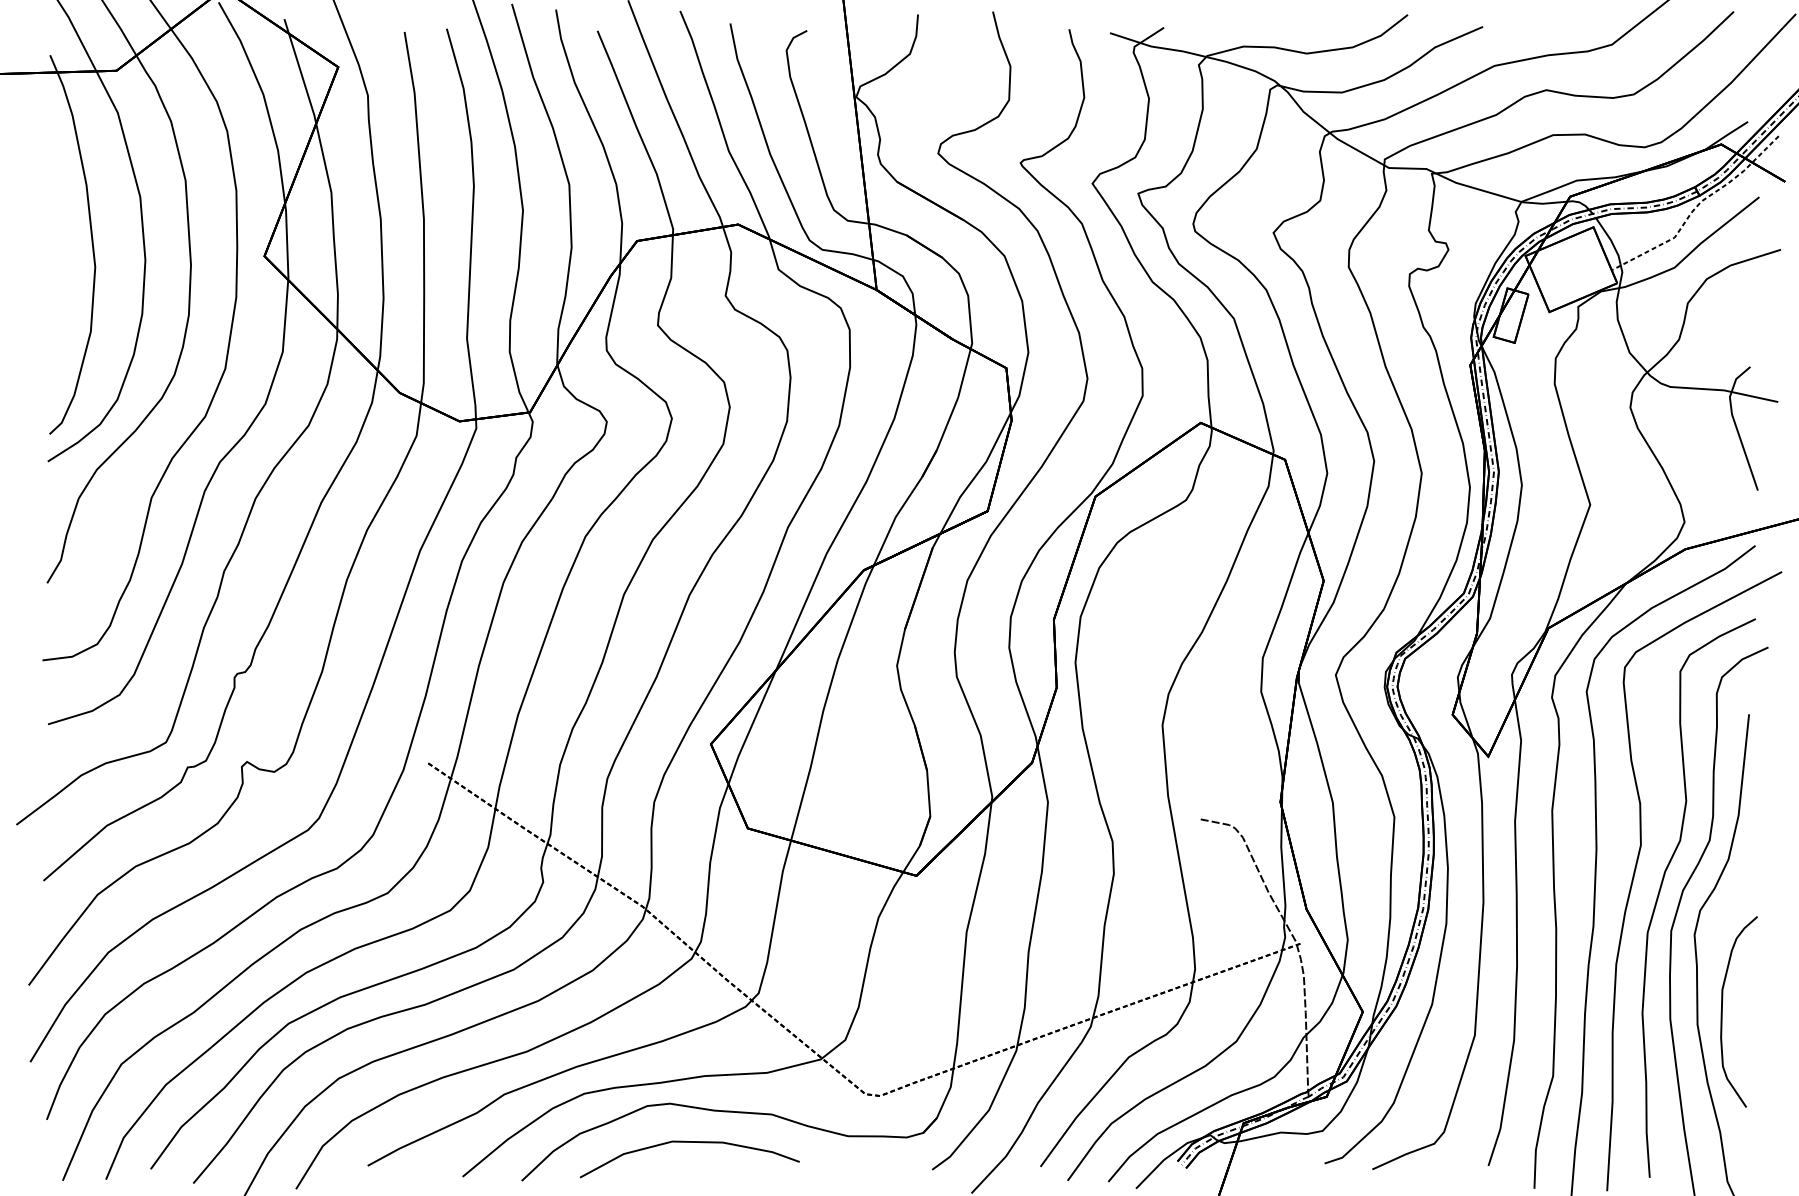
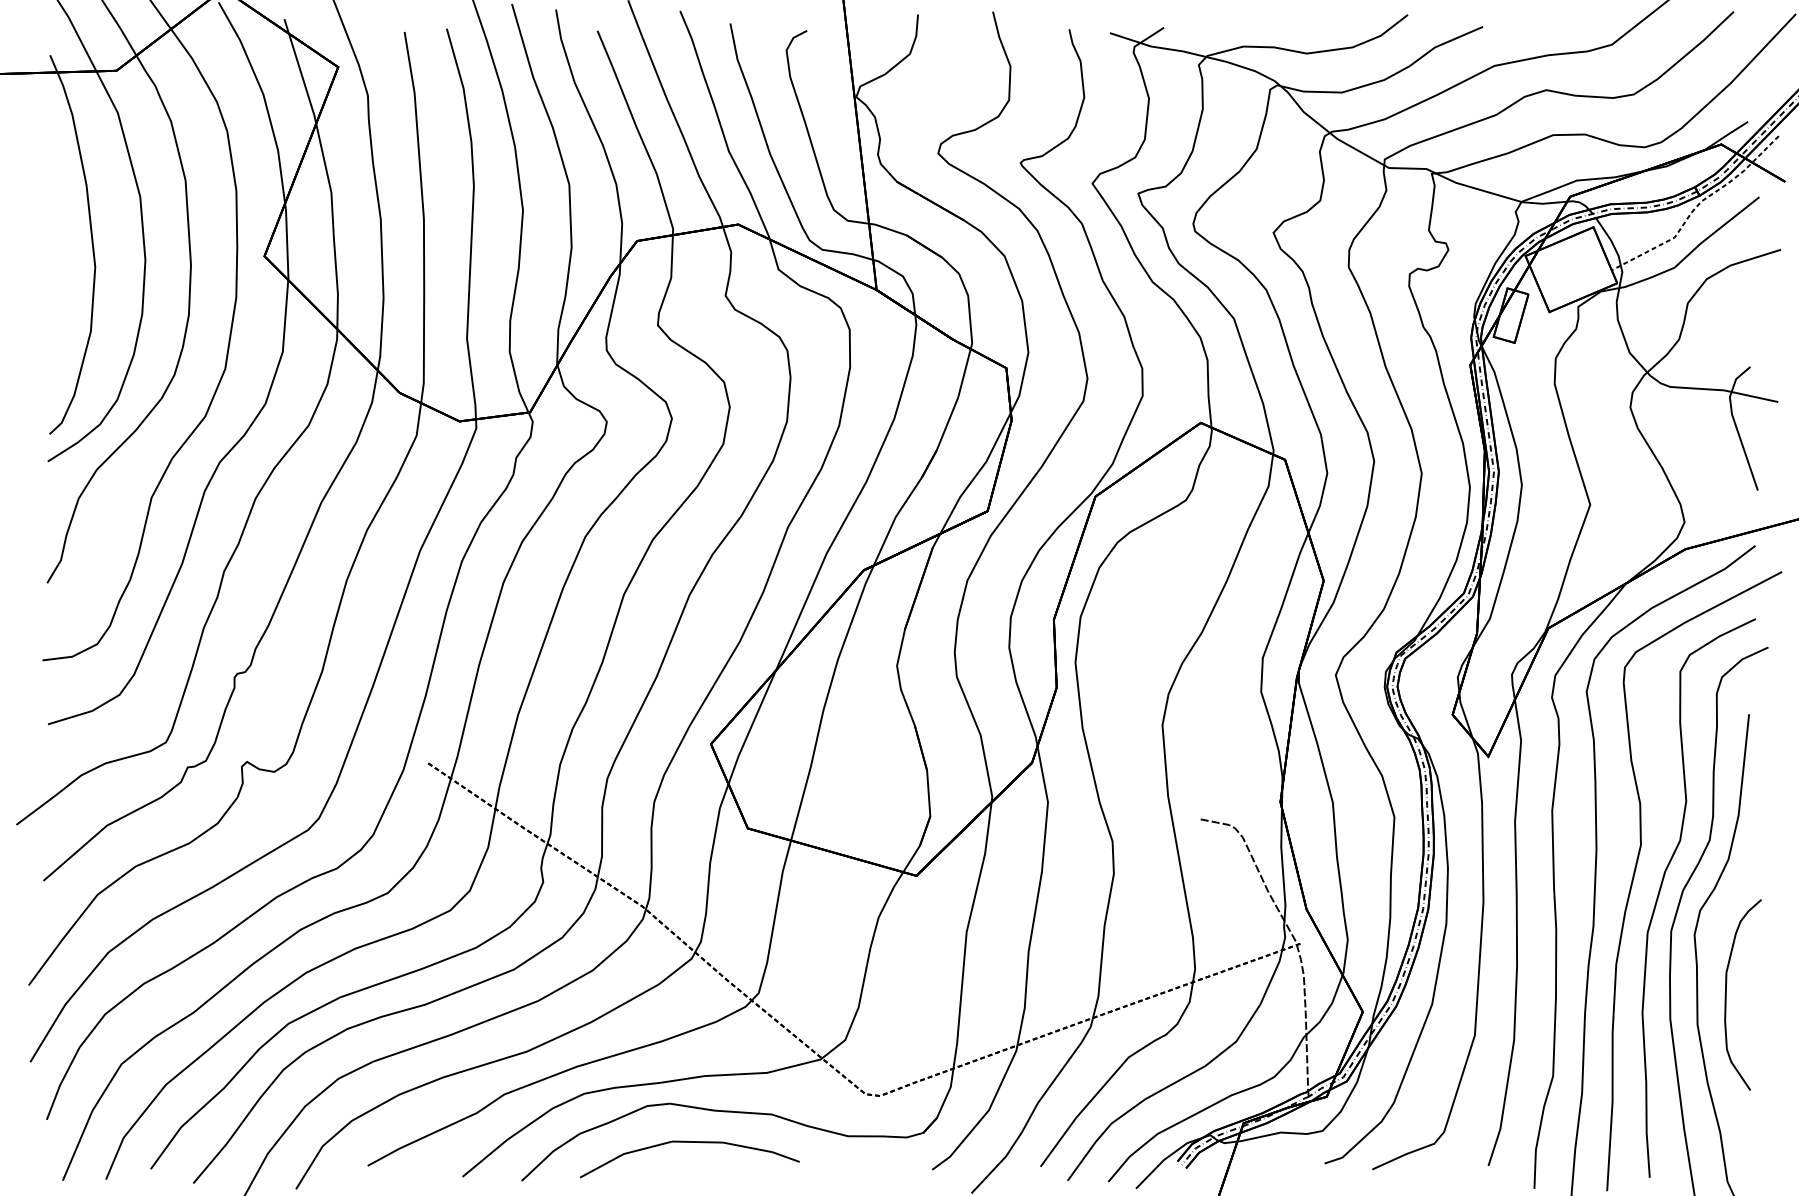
curve at (1722, 1011) position: (1722, 1011) -> (1726, 994)
